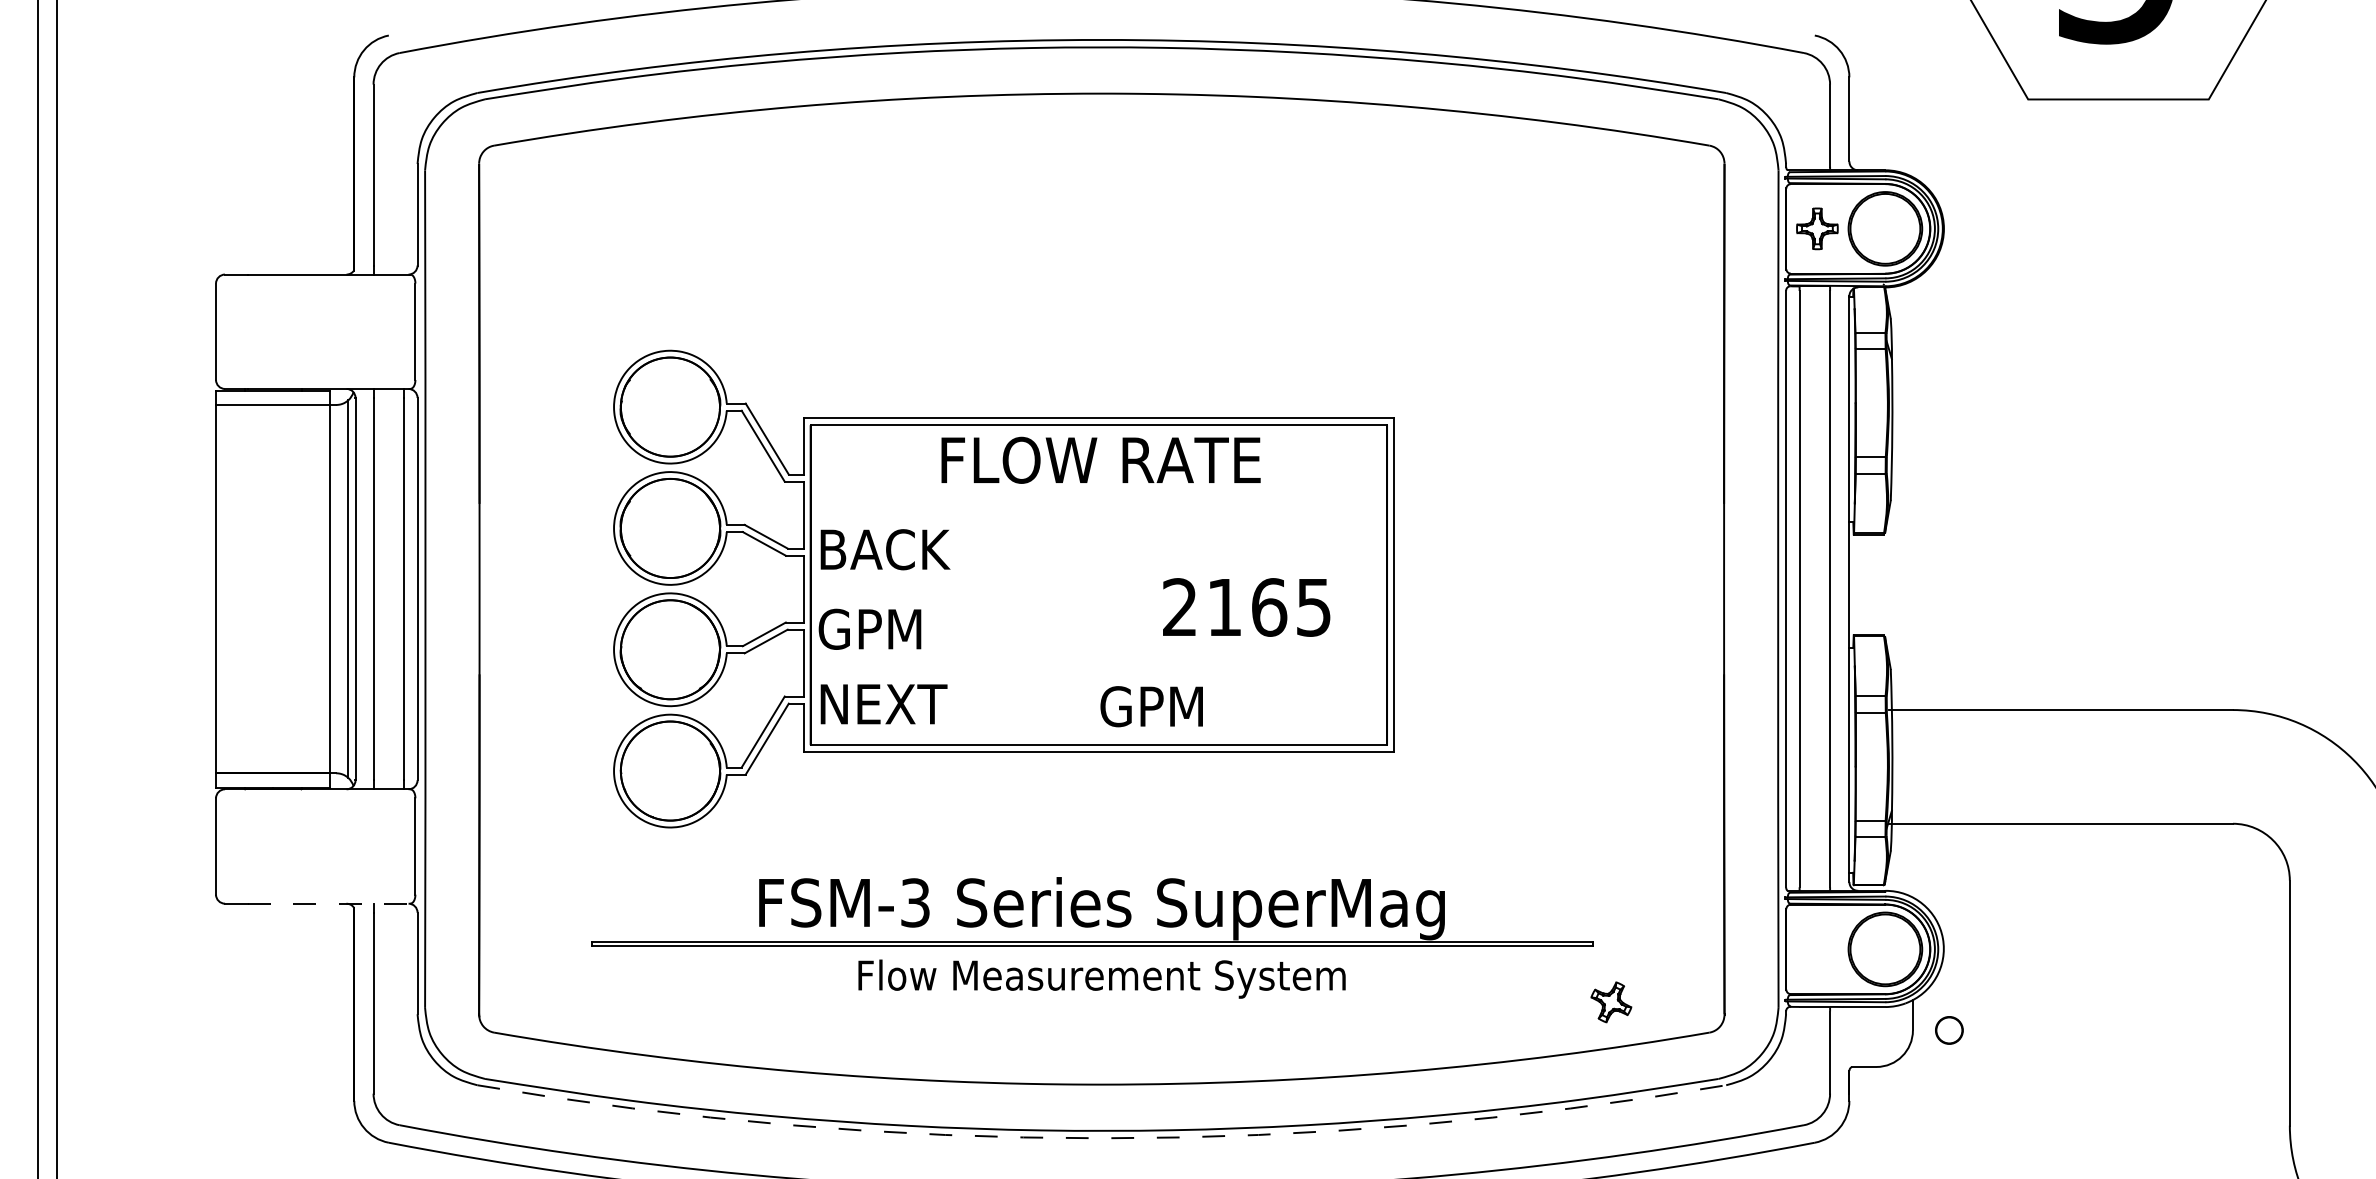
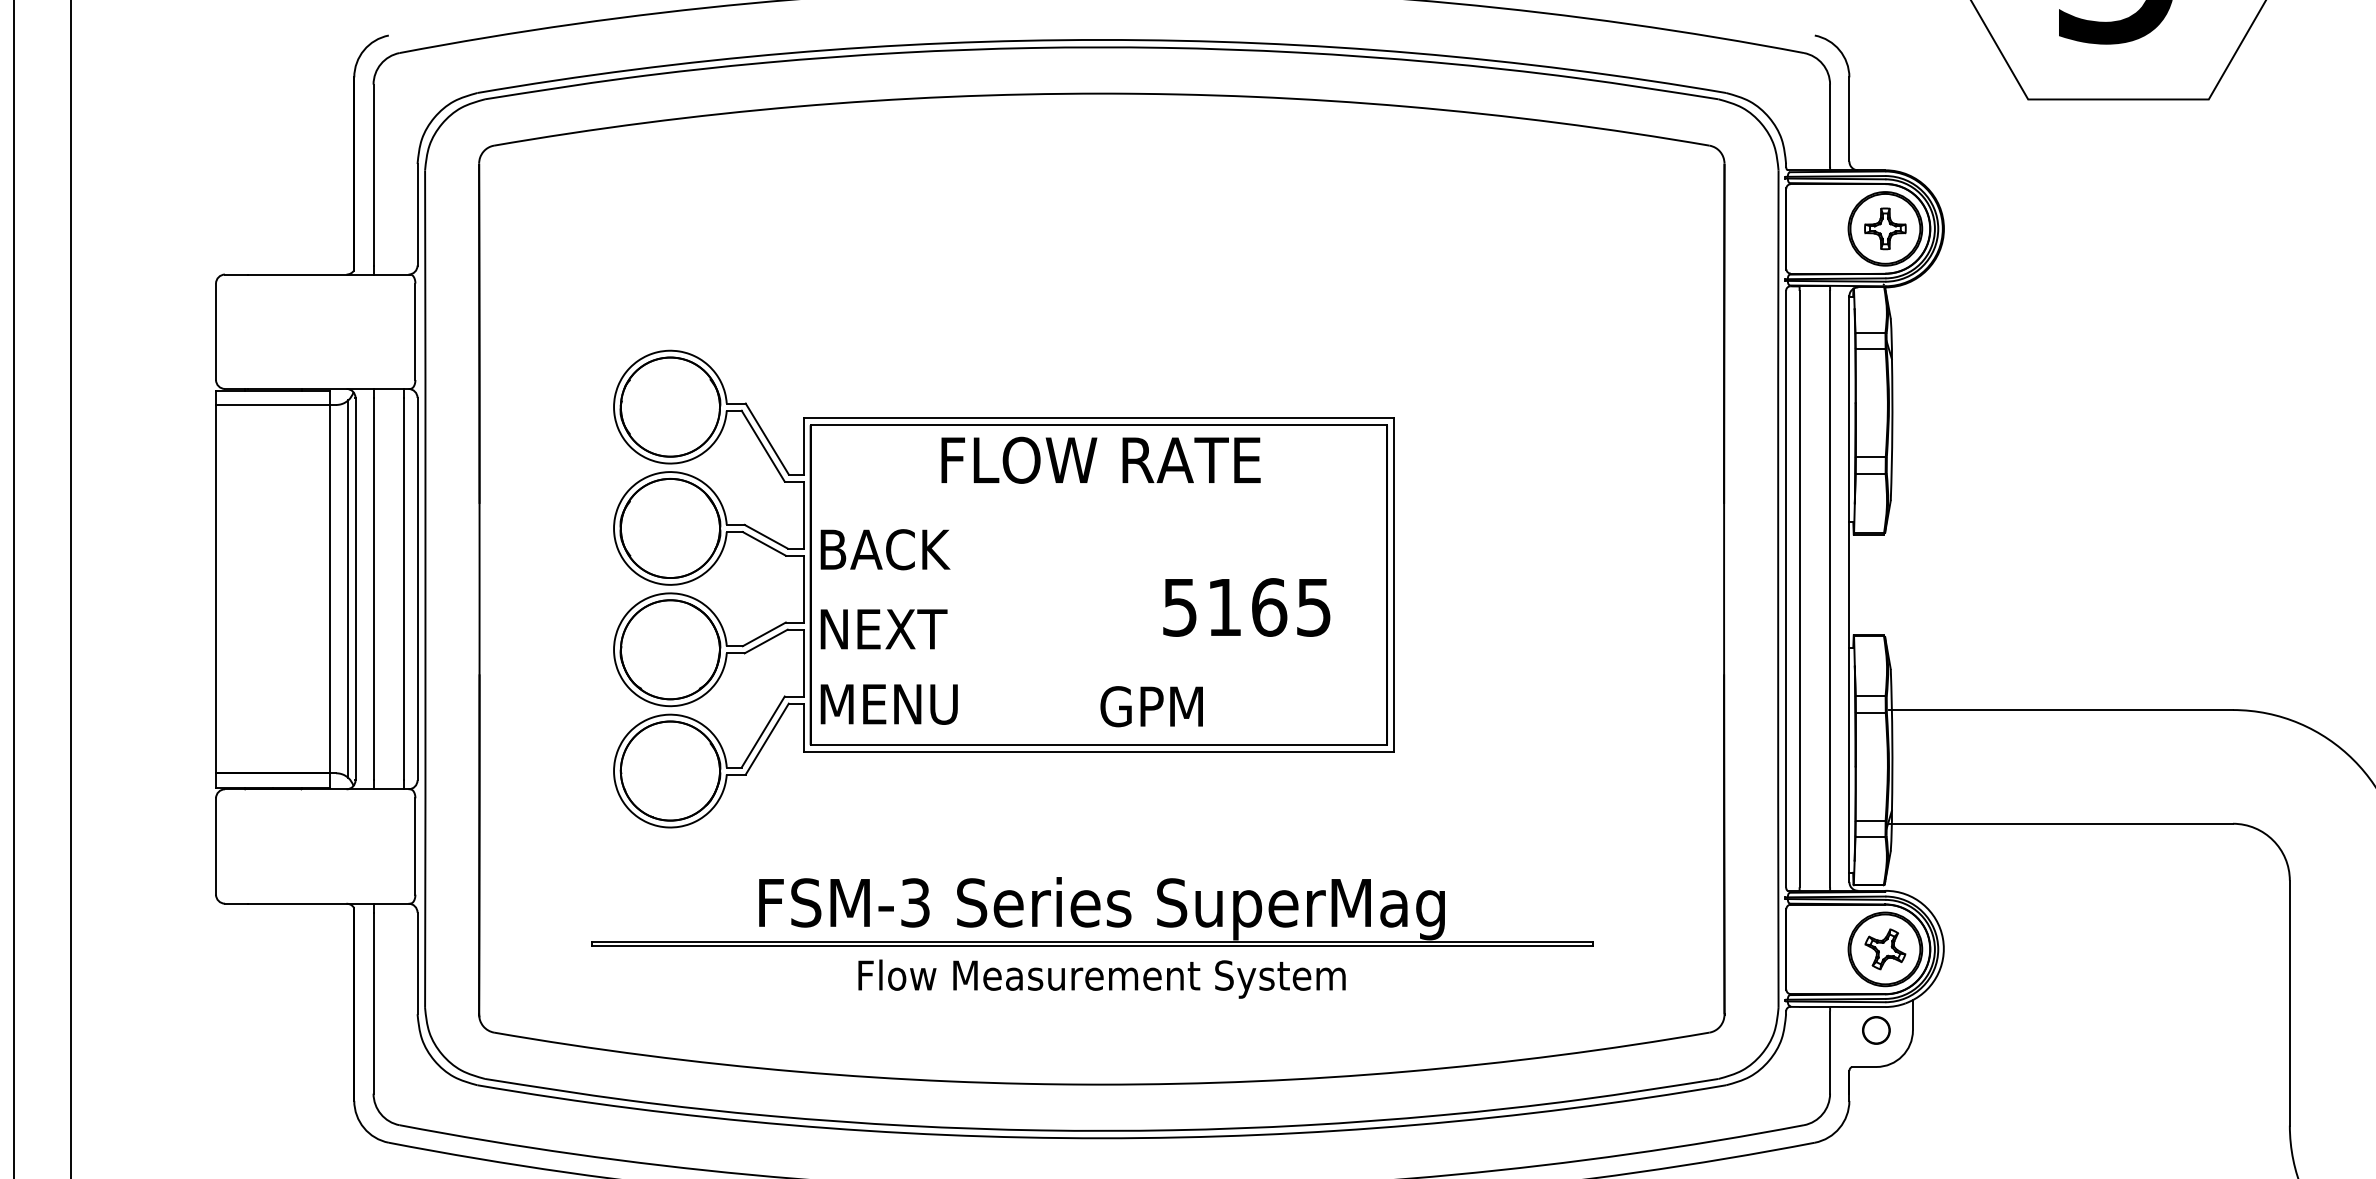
part at (1817, 228) position: (1817, 228) -> (1885, 228)
line at (38, 588) position: (38, 588) -> (14, 588)
line at (57, 588) position: (57, 588) -> (71, 588)
text at (1179, 607): 2165 -> 5165
text at (882, 628): GPM -> NEXT
text at (891, 704): NEXT -> MENU
line at (329, 903): dashed -> solid
part at (1611, 1002) position: (1611, 1002) -> (1885, 949)
circle at (1949, 1030) position: (1949, 1030) -> (1876, 1030)
arc at (1101, 1138): dashed -> solid
